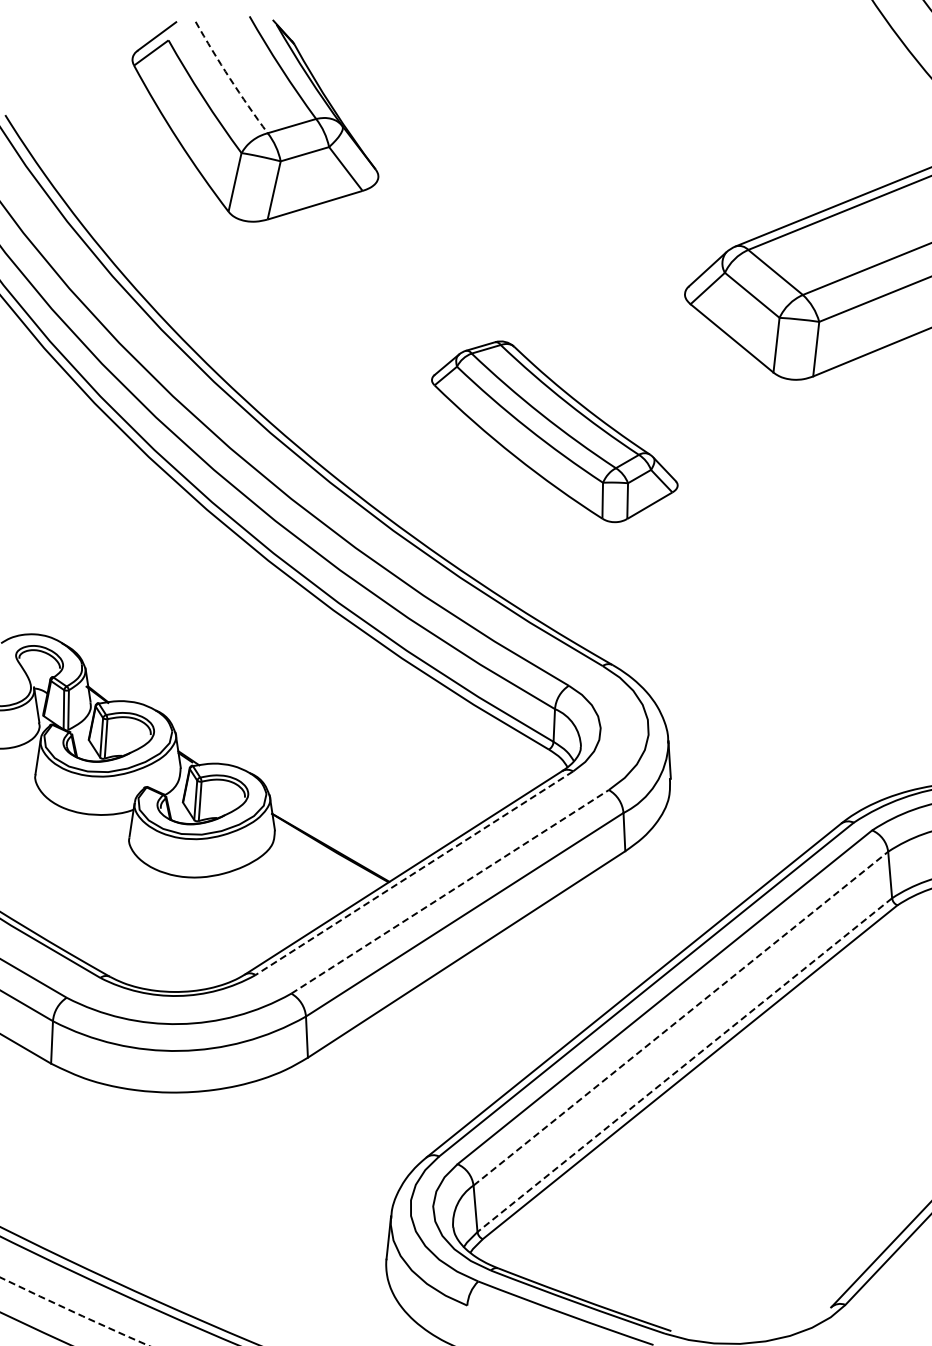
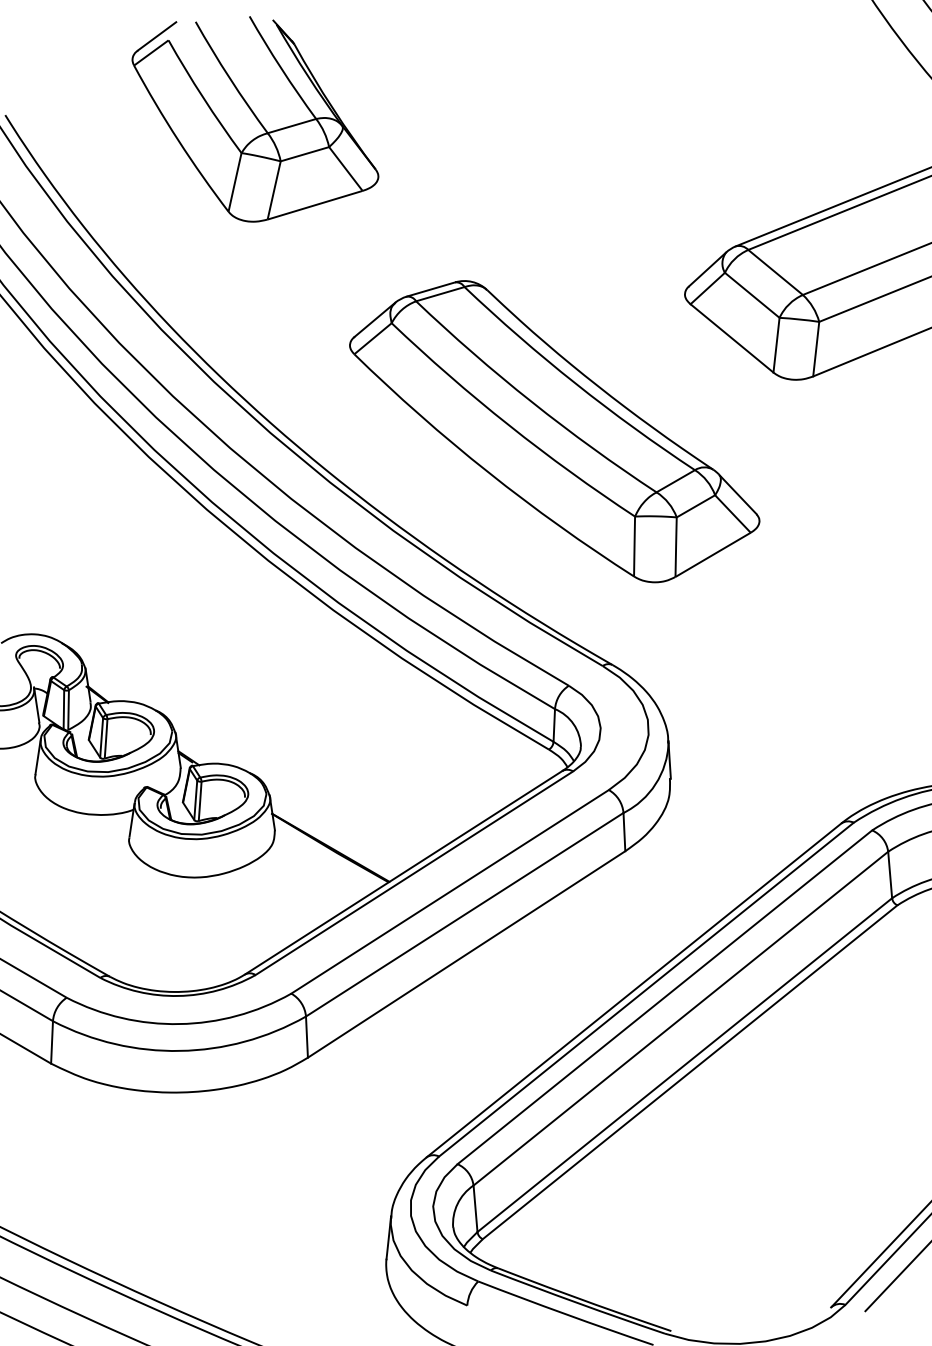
arc at (230, 78): dashed -> solid
part at (554, 431) size: 248x184 px -> 412x304 px
line at (414, 873): dashed -> solid
line at (450, 891): dashed -> solid
line at (681, 1018): dashed -> solid
line at (684, 1065): dashed -> solid
line at (896, 1277): none -> present
arc at (74, 1312): dashed -> solid
